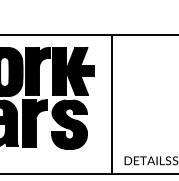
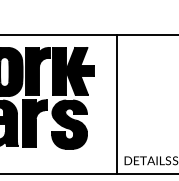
line at (111, 103) position: (111, 103) -> (116, 103)
